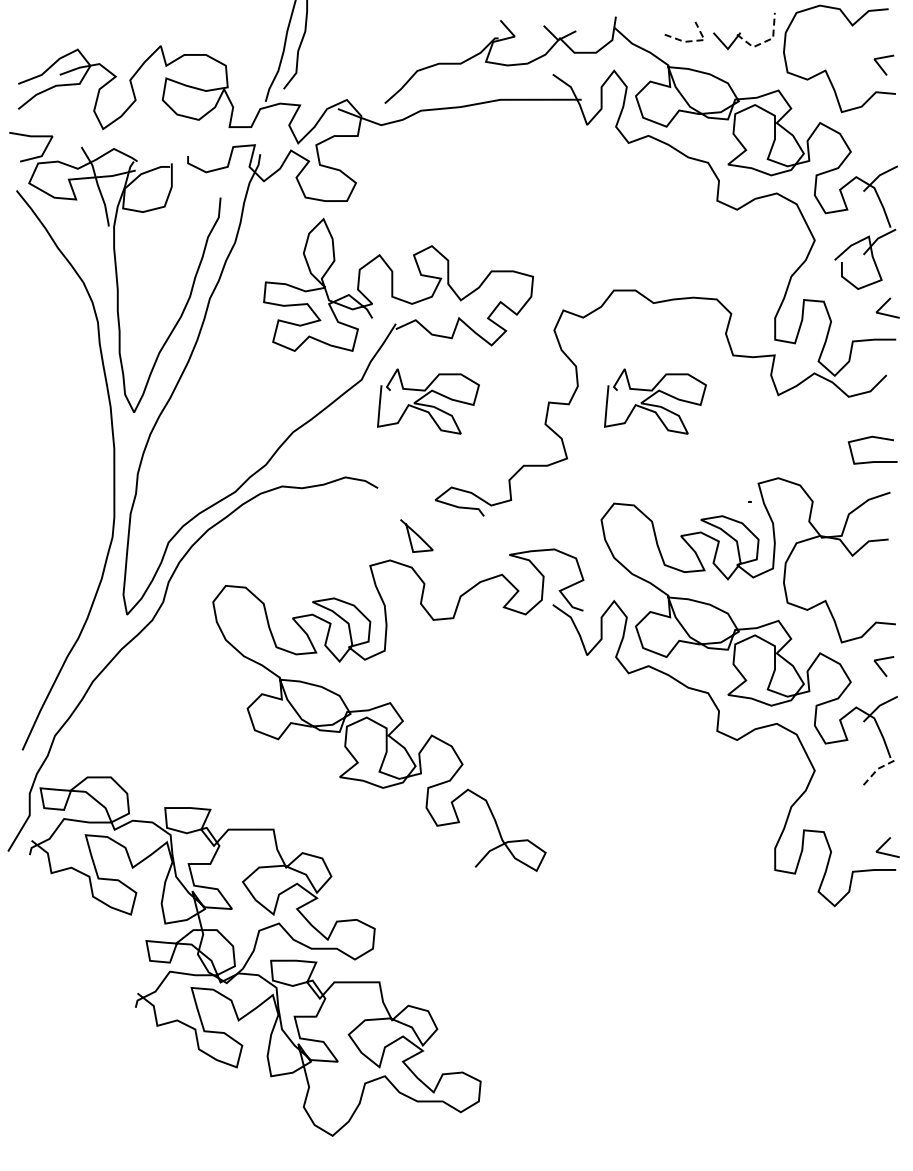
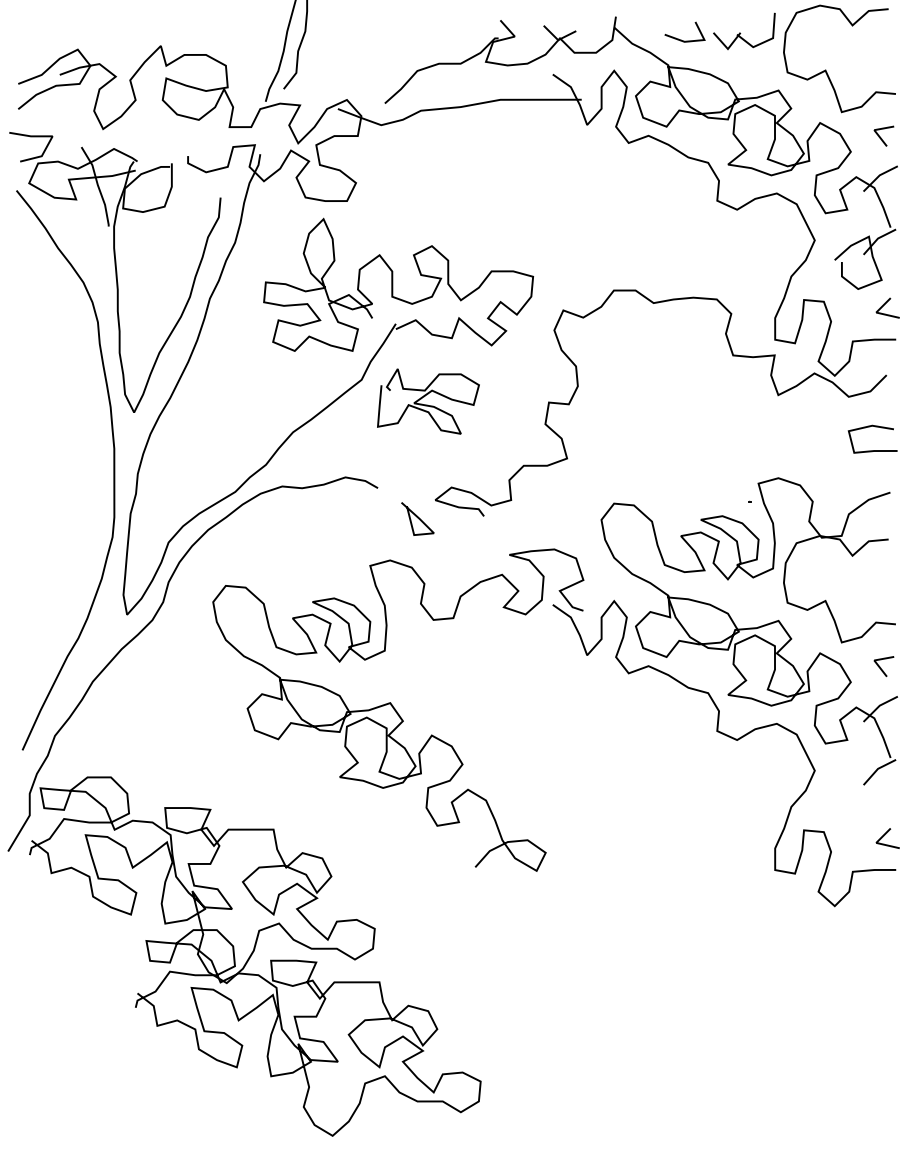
line at (694, 40): dashed -> solid
line at (765, 41): dashed -> solid
line at (881, 66) position: (881, 66) -> (881, 137)
curve at (654, 404): present -> none
curve at (870, 438) position: (870, 438) -> (870, 427)
line at (416, 535) position: (416, 535) -> (417, 518)
line at (878, 768): dashed -> solid
line at (885, 844) position: (885, 844) -> (885, 835)
